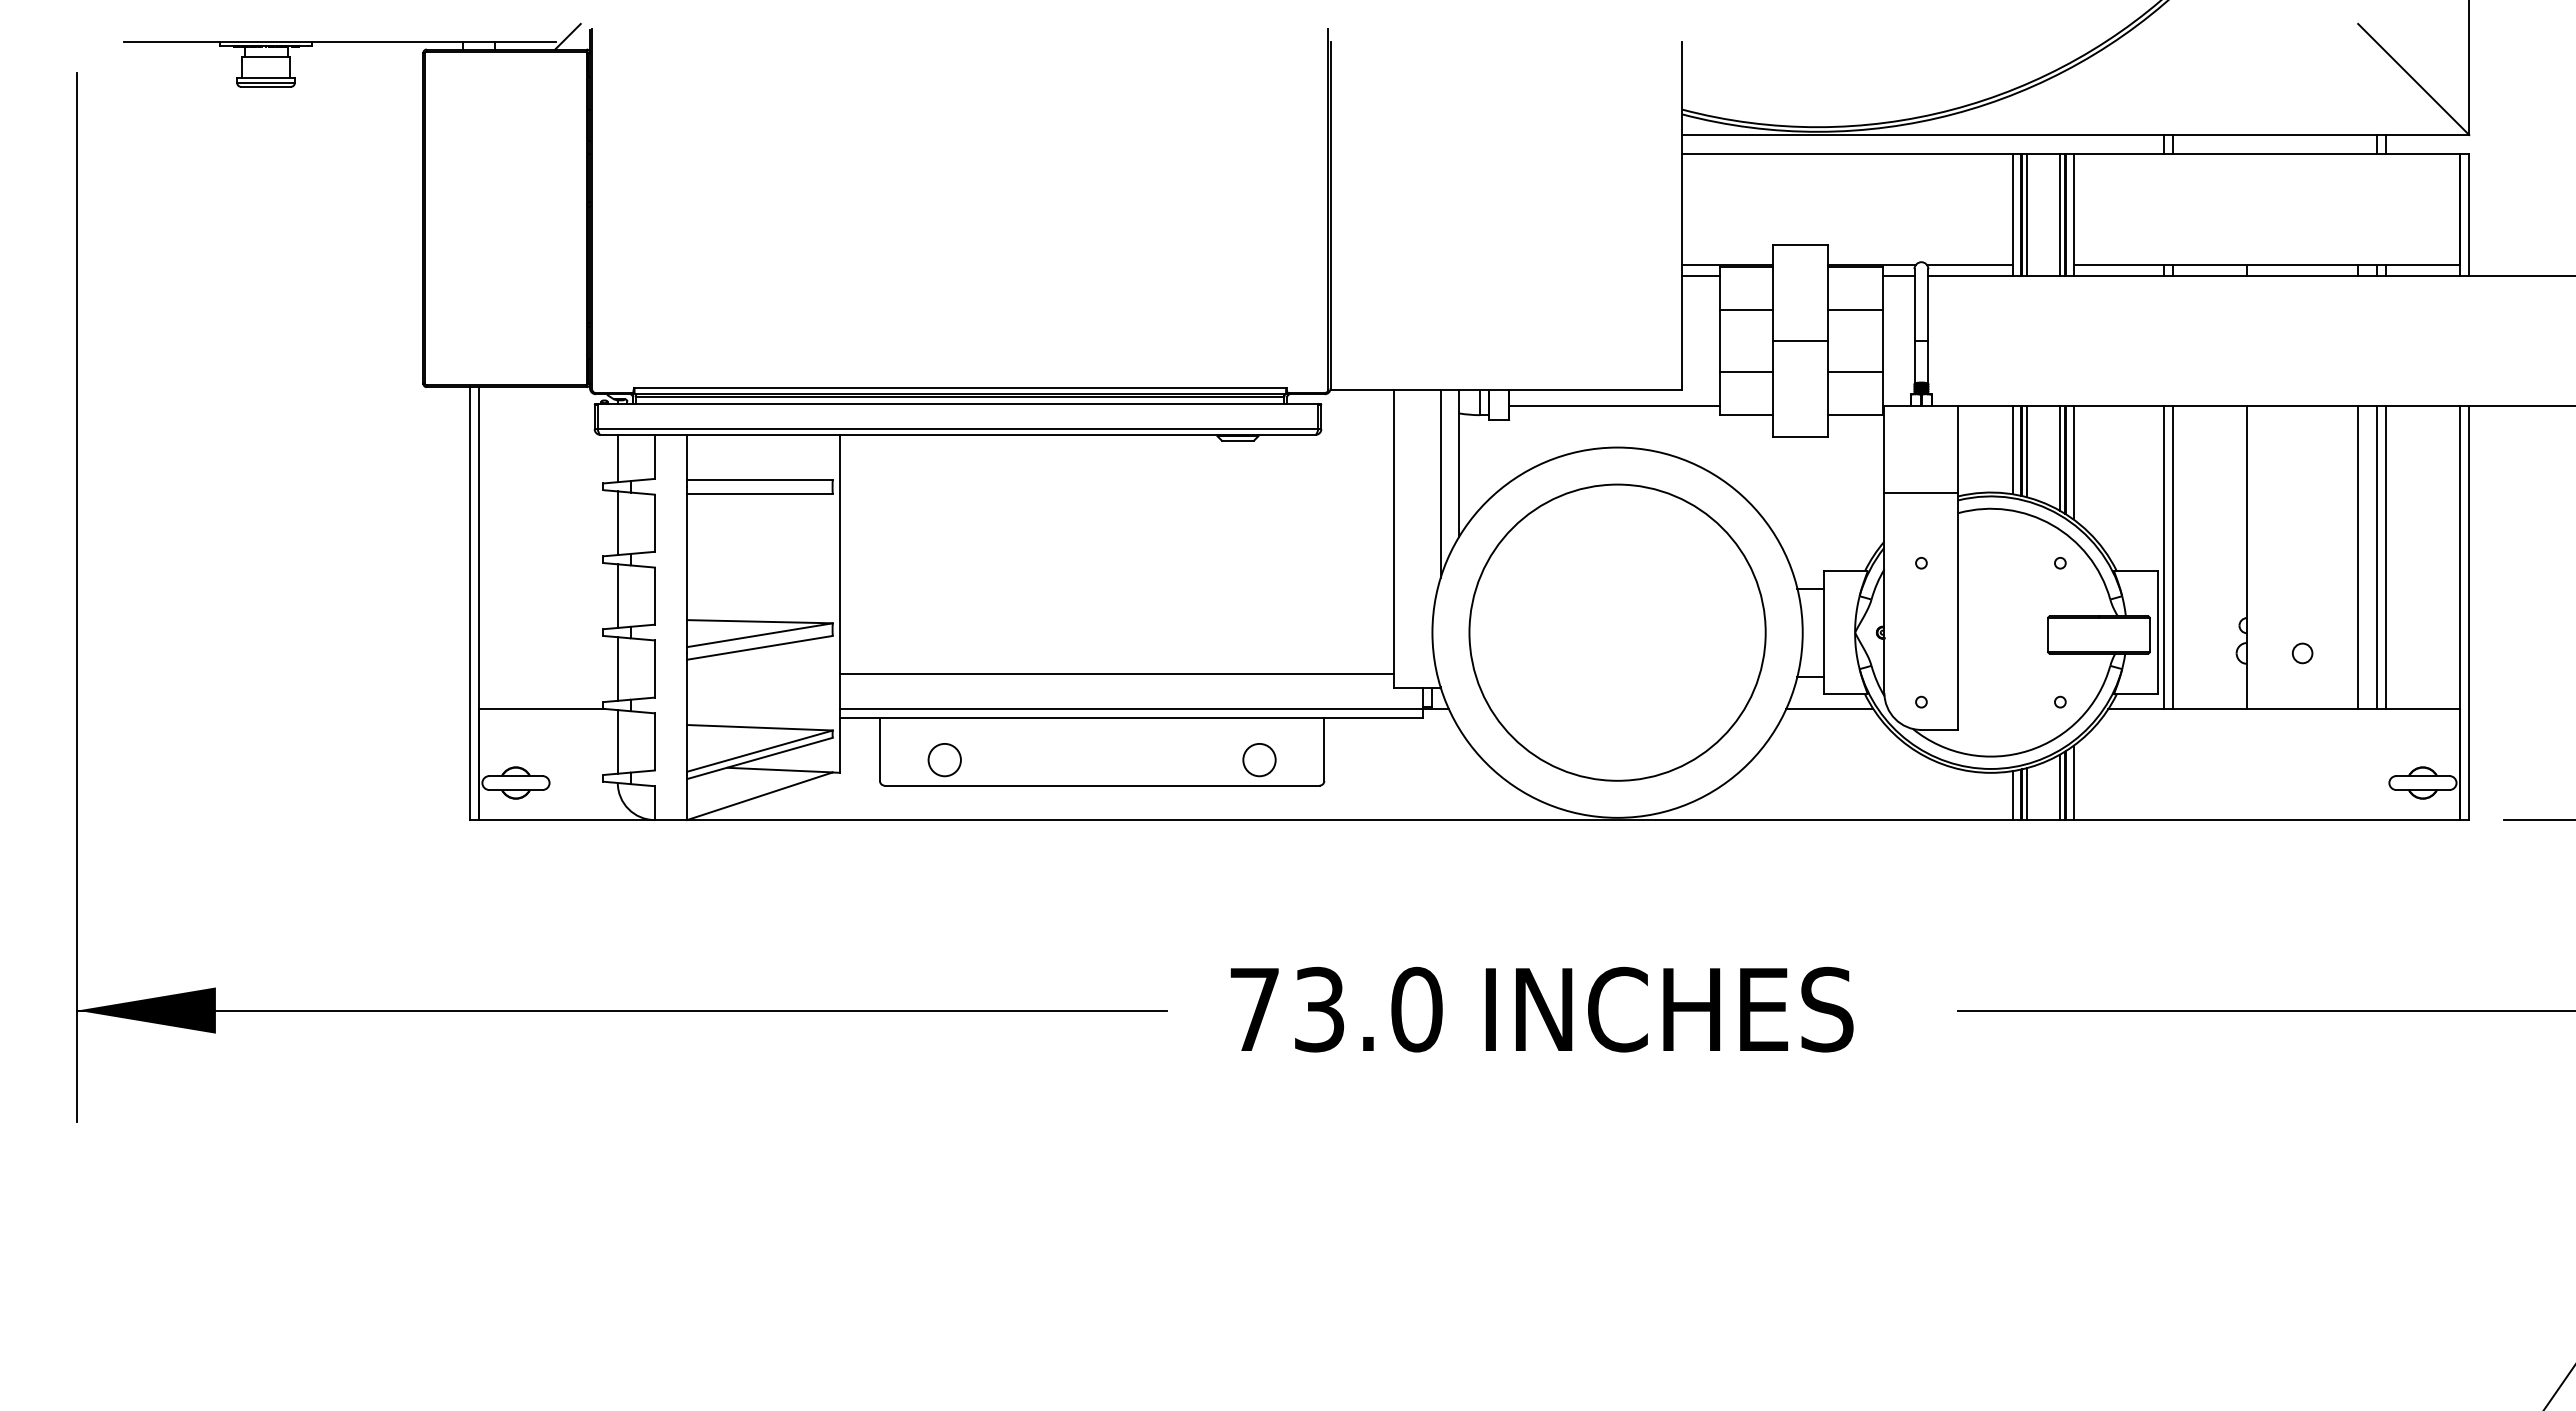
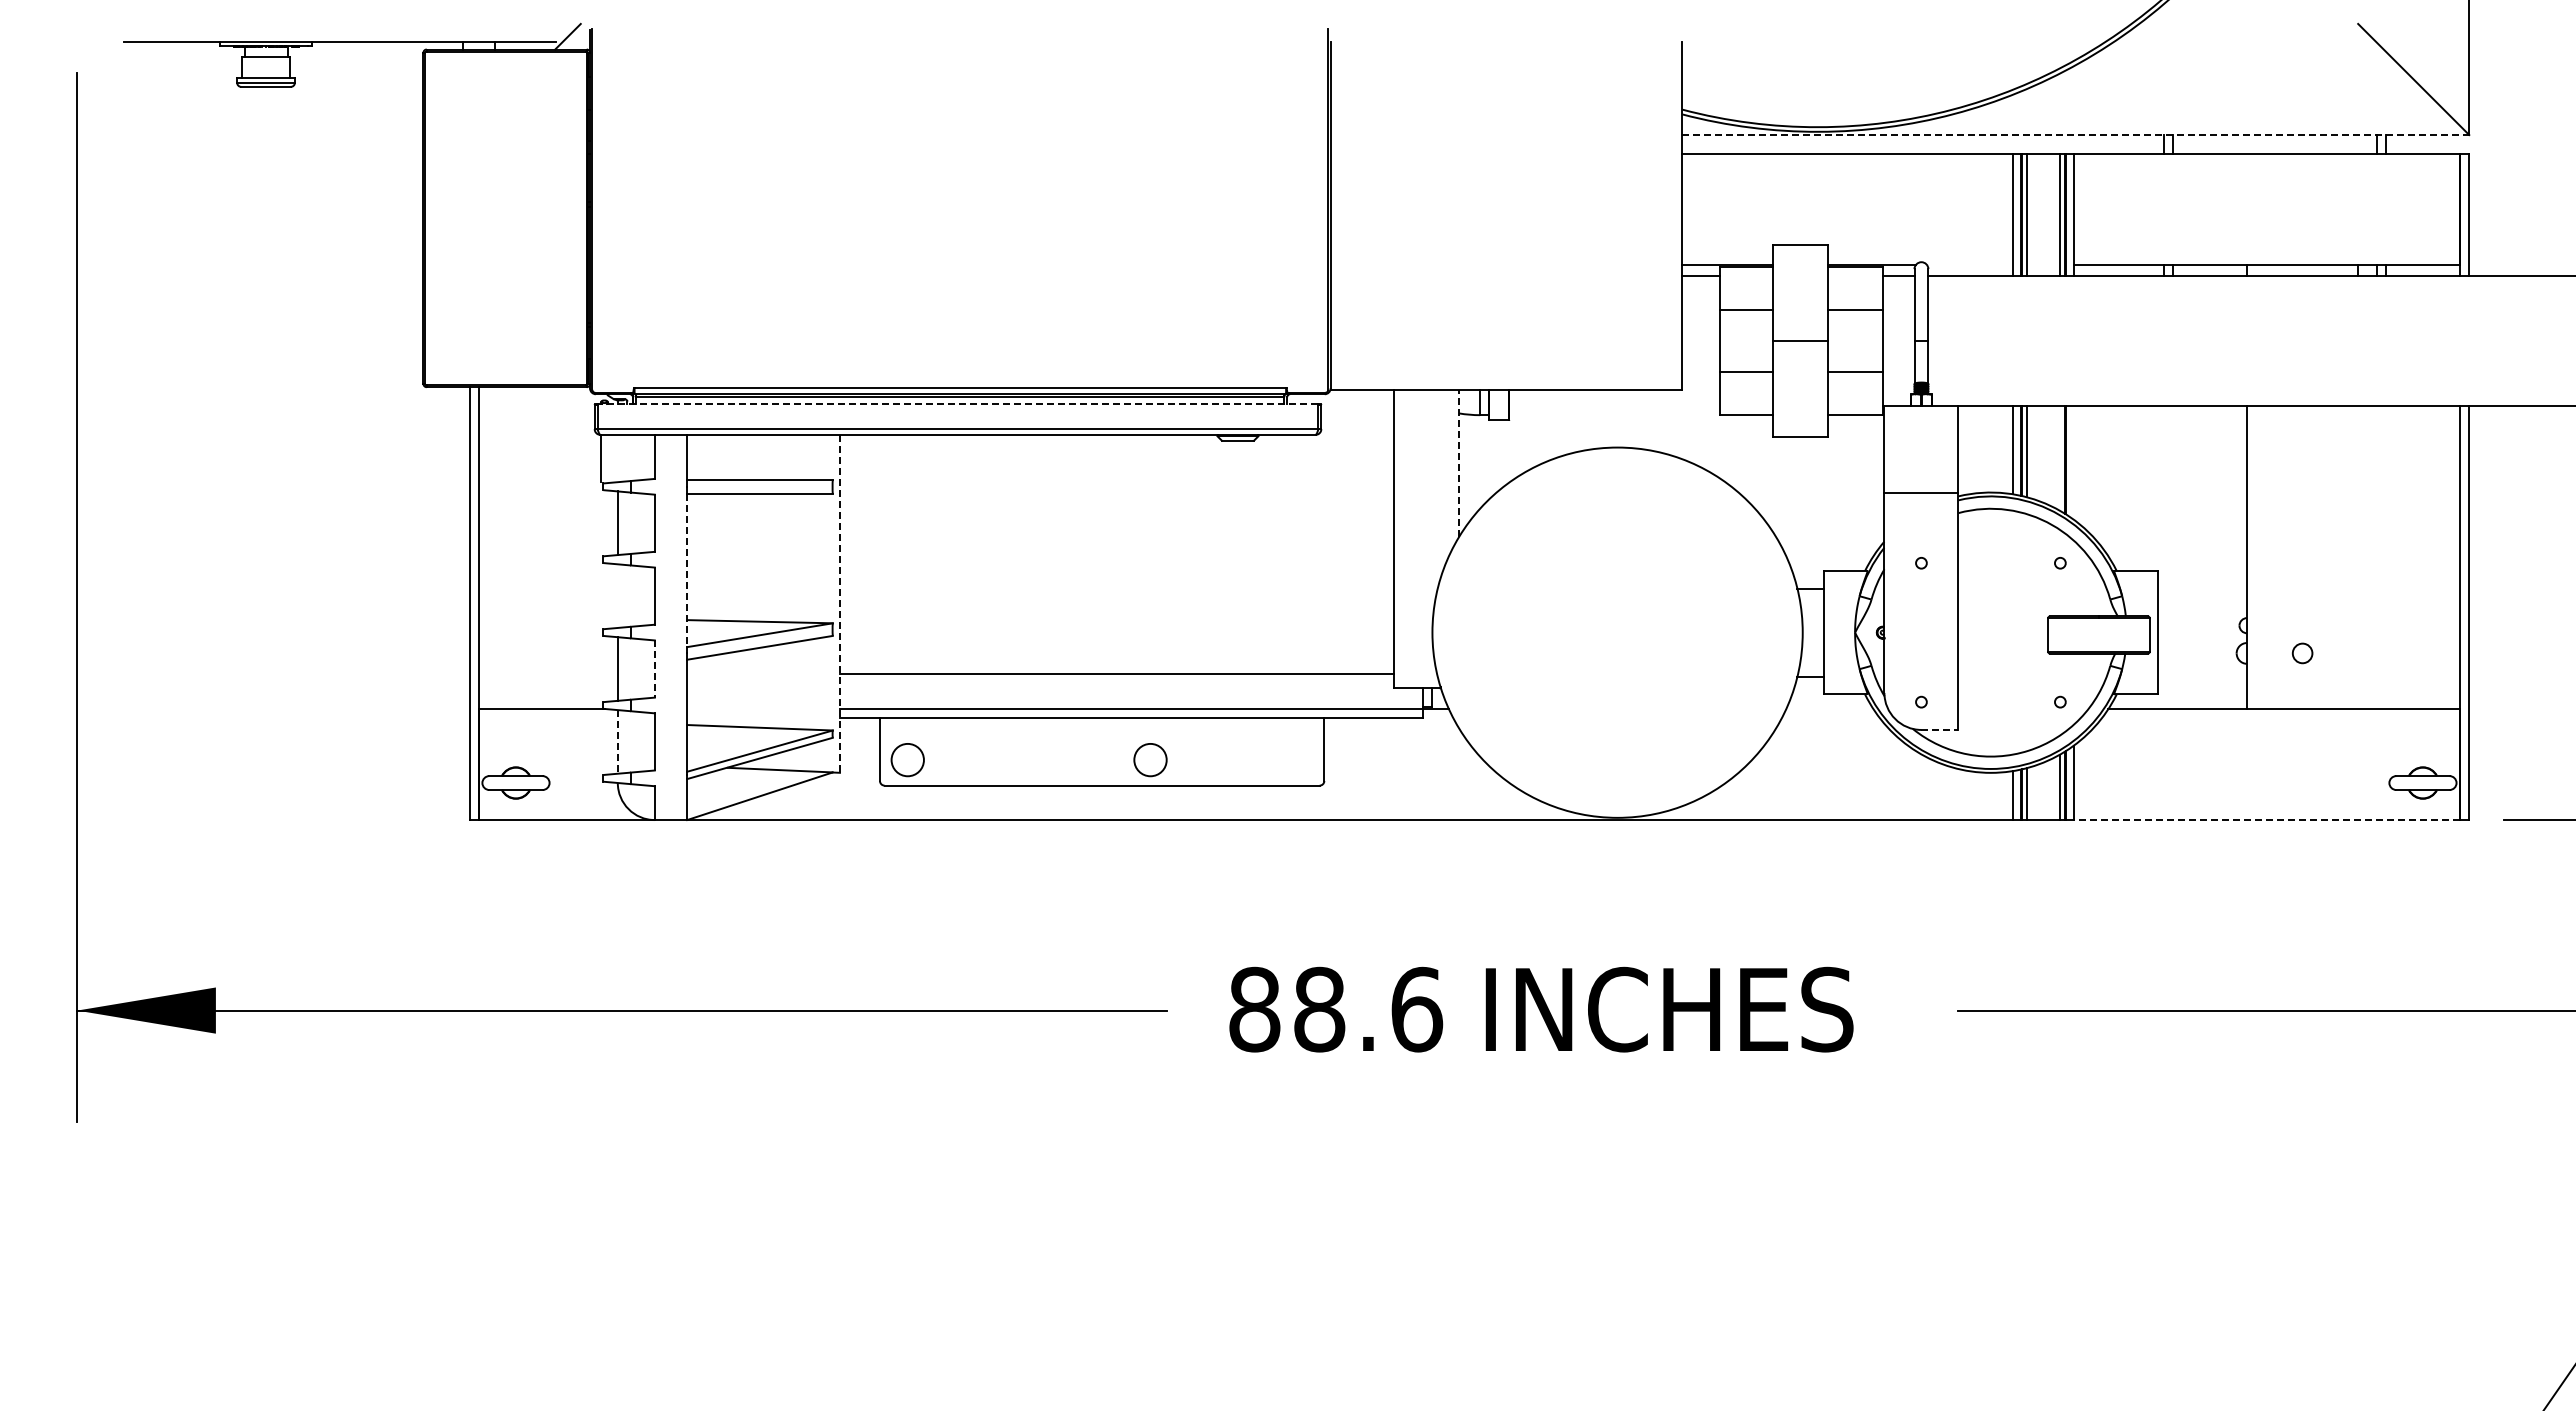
line at (2076, 135): solid -> dashed
line at (1969, 264): present -> none
line at (958, 404): solid -> dashed
line at (1614, 405): present -> none
line at (2059, 457): present -> none
line at (617, 458) position: (617, 458) -> (600, 458)
line at (2073, 462): present -> none
line at (1459, 463): solid -> dashed
line at (1440, 483): present -> none
line at (2163, 556): present -> none
line at (2173, 556): present -> none
line at (2358, 556): present -> none
line at (2376, 556): present -> none
line at (2385, 556): present -> none
line at (687, 570): solid -> dashed
line at (617, 595): present -> none
line at (839, 603): solid -> dashed
circle at (1617, 632): present -> none
line at (654, 669): solid -> dashed
line at (1829, 708): present -> none
line at (1939, 729): solid -> dashed
line at (617, 741): solid -> dashed
circle at (944, 760) position: (944, 760) -> (907, 760)
circle at (1259, 760) position: (1259, 760) -> (1150, 760)
line at (2266, 820): solid -> dashed
text at (1336, 1009): 73.0 -> 88.6
